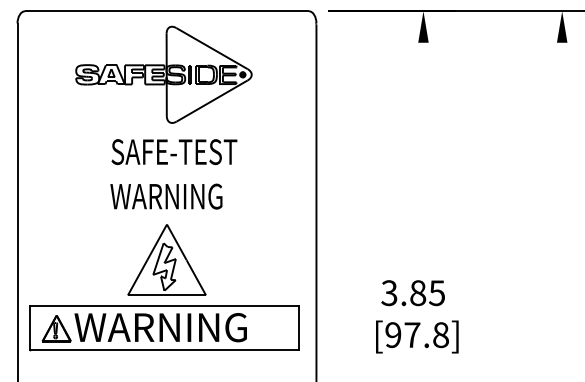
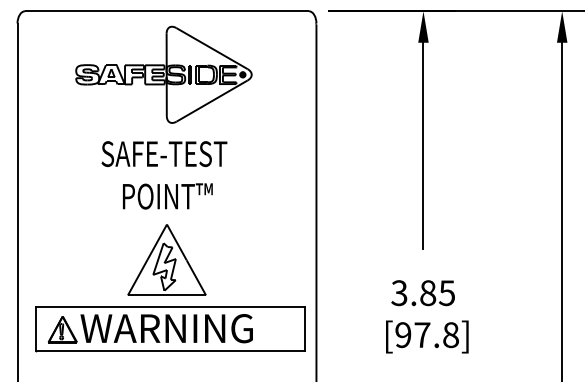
line at (423, 145): none -> present
text at (174, 152) position: (174, 152) -> (164, 154)
text at (166, 196): WARNING -> POINT™
line at (562, 210): none -> present
text at (417, 316) position: (417, 316) -> (427, 316)
part at (164, 328) position: (164, 328) -> (170, 329)
